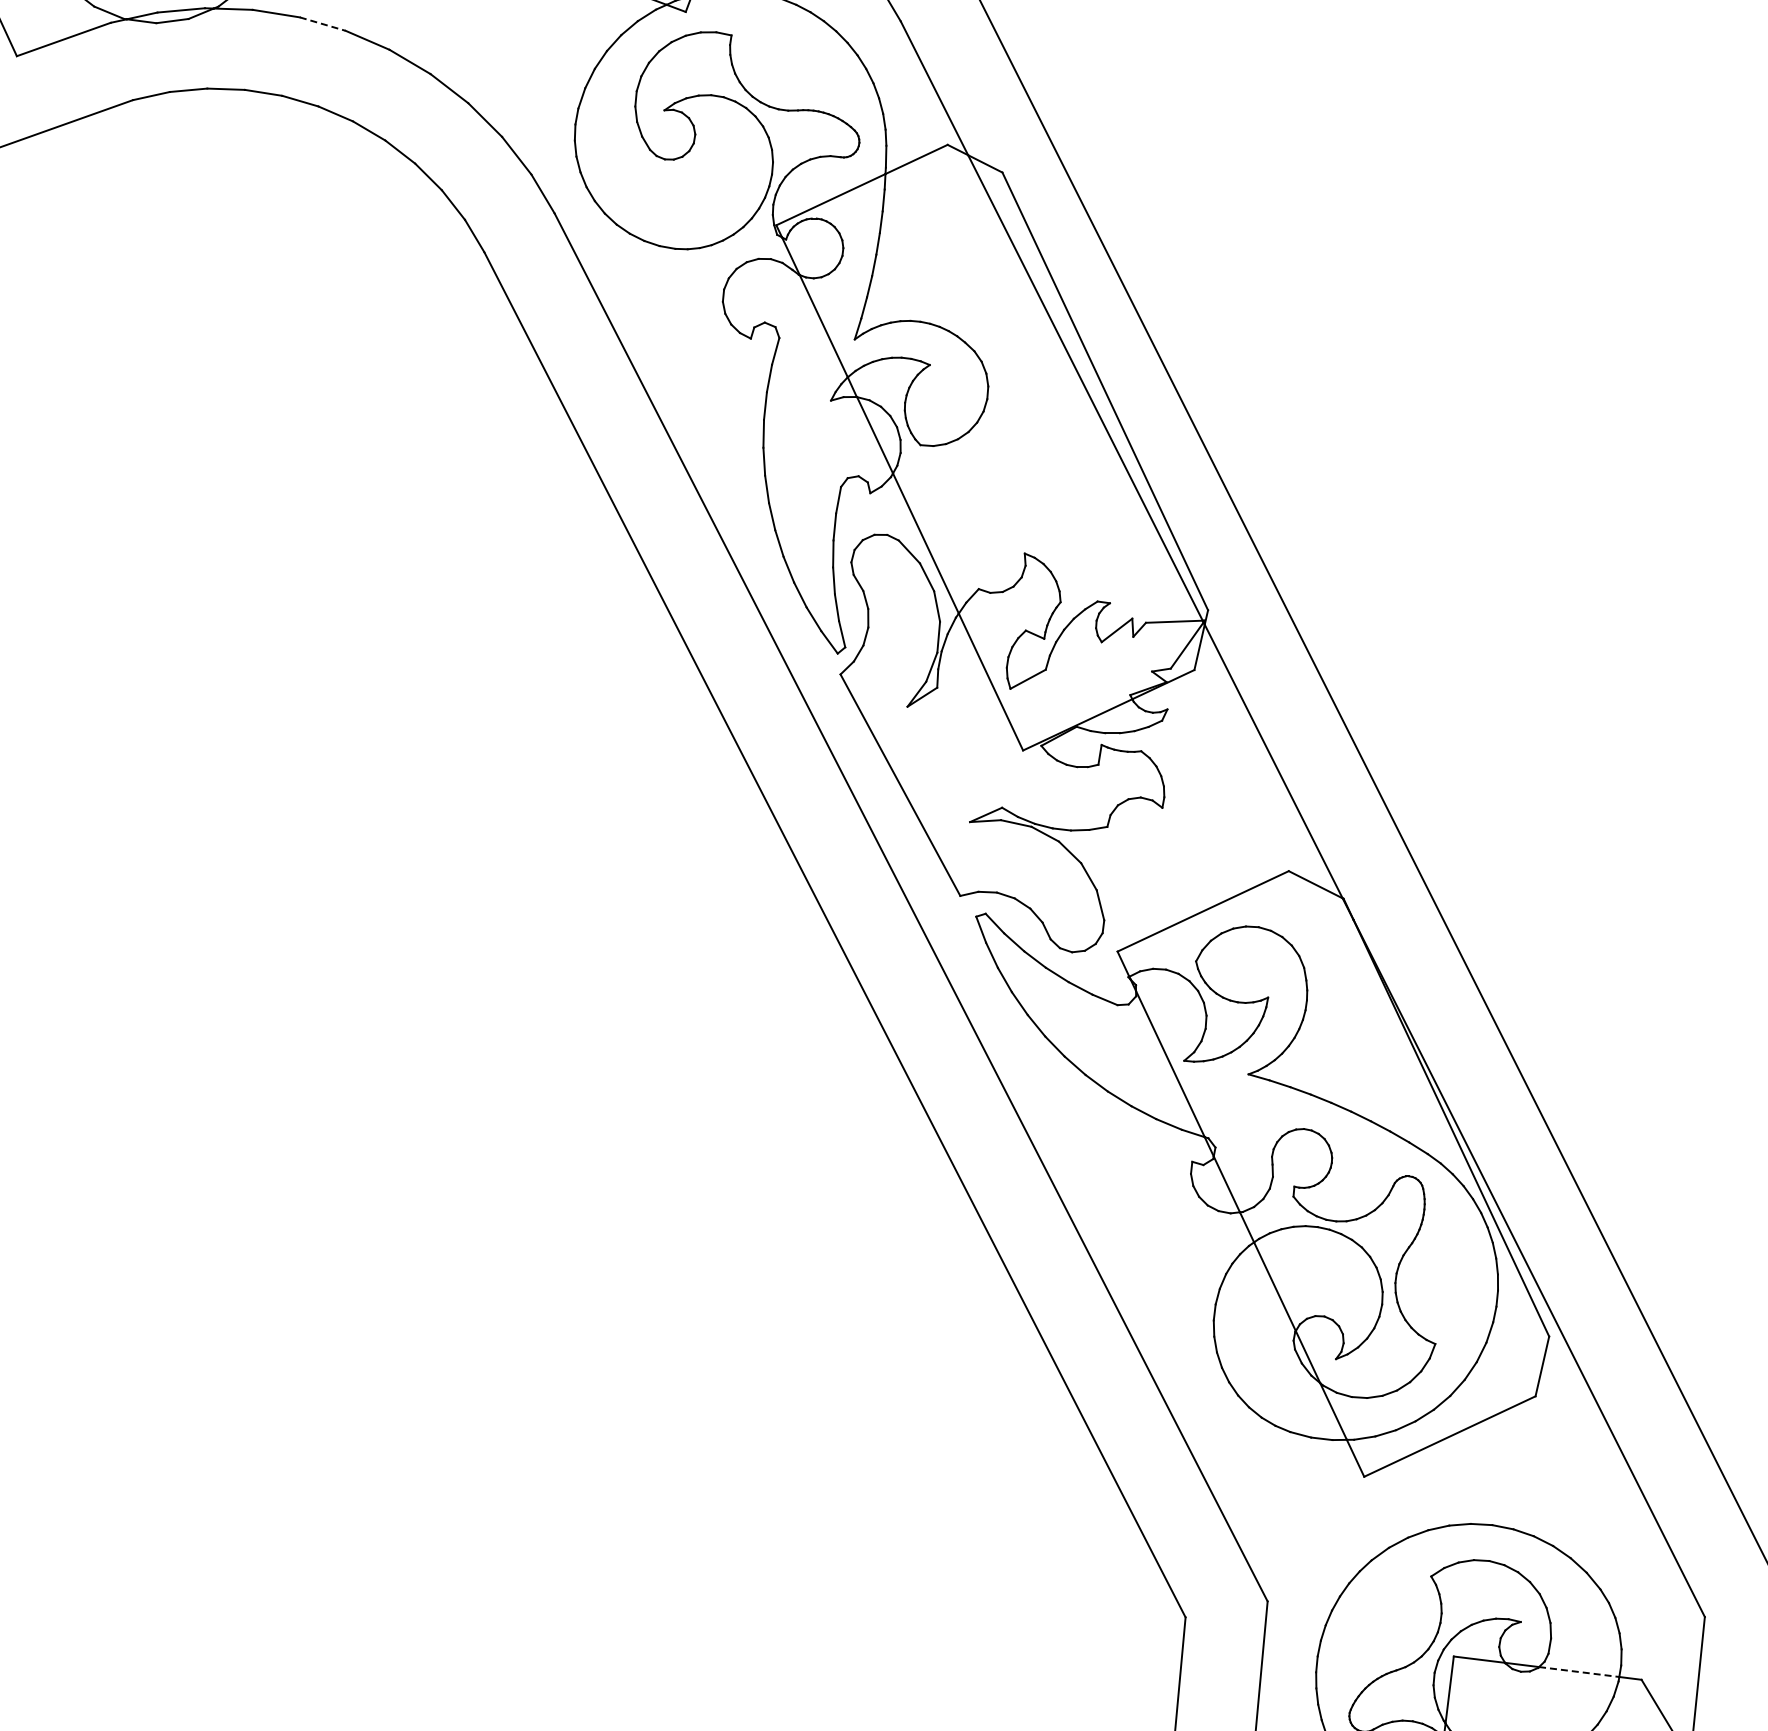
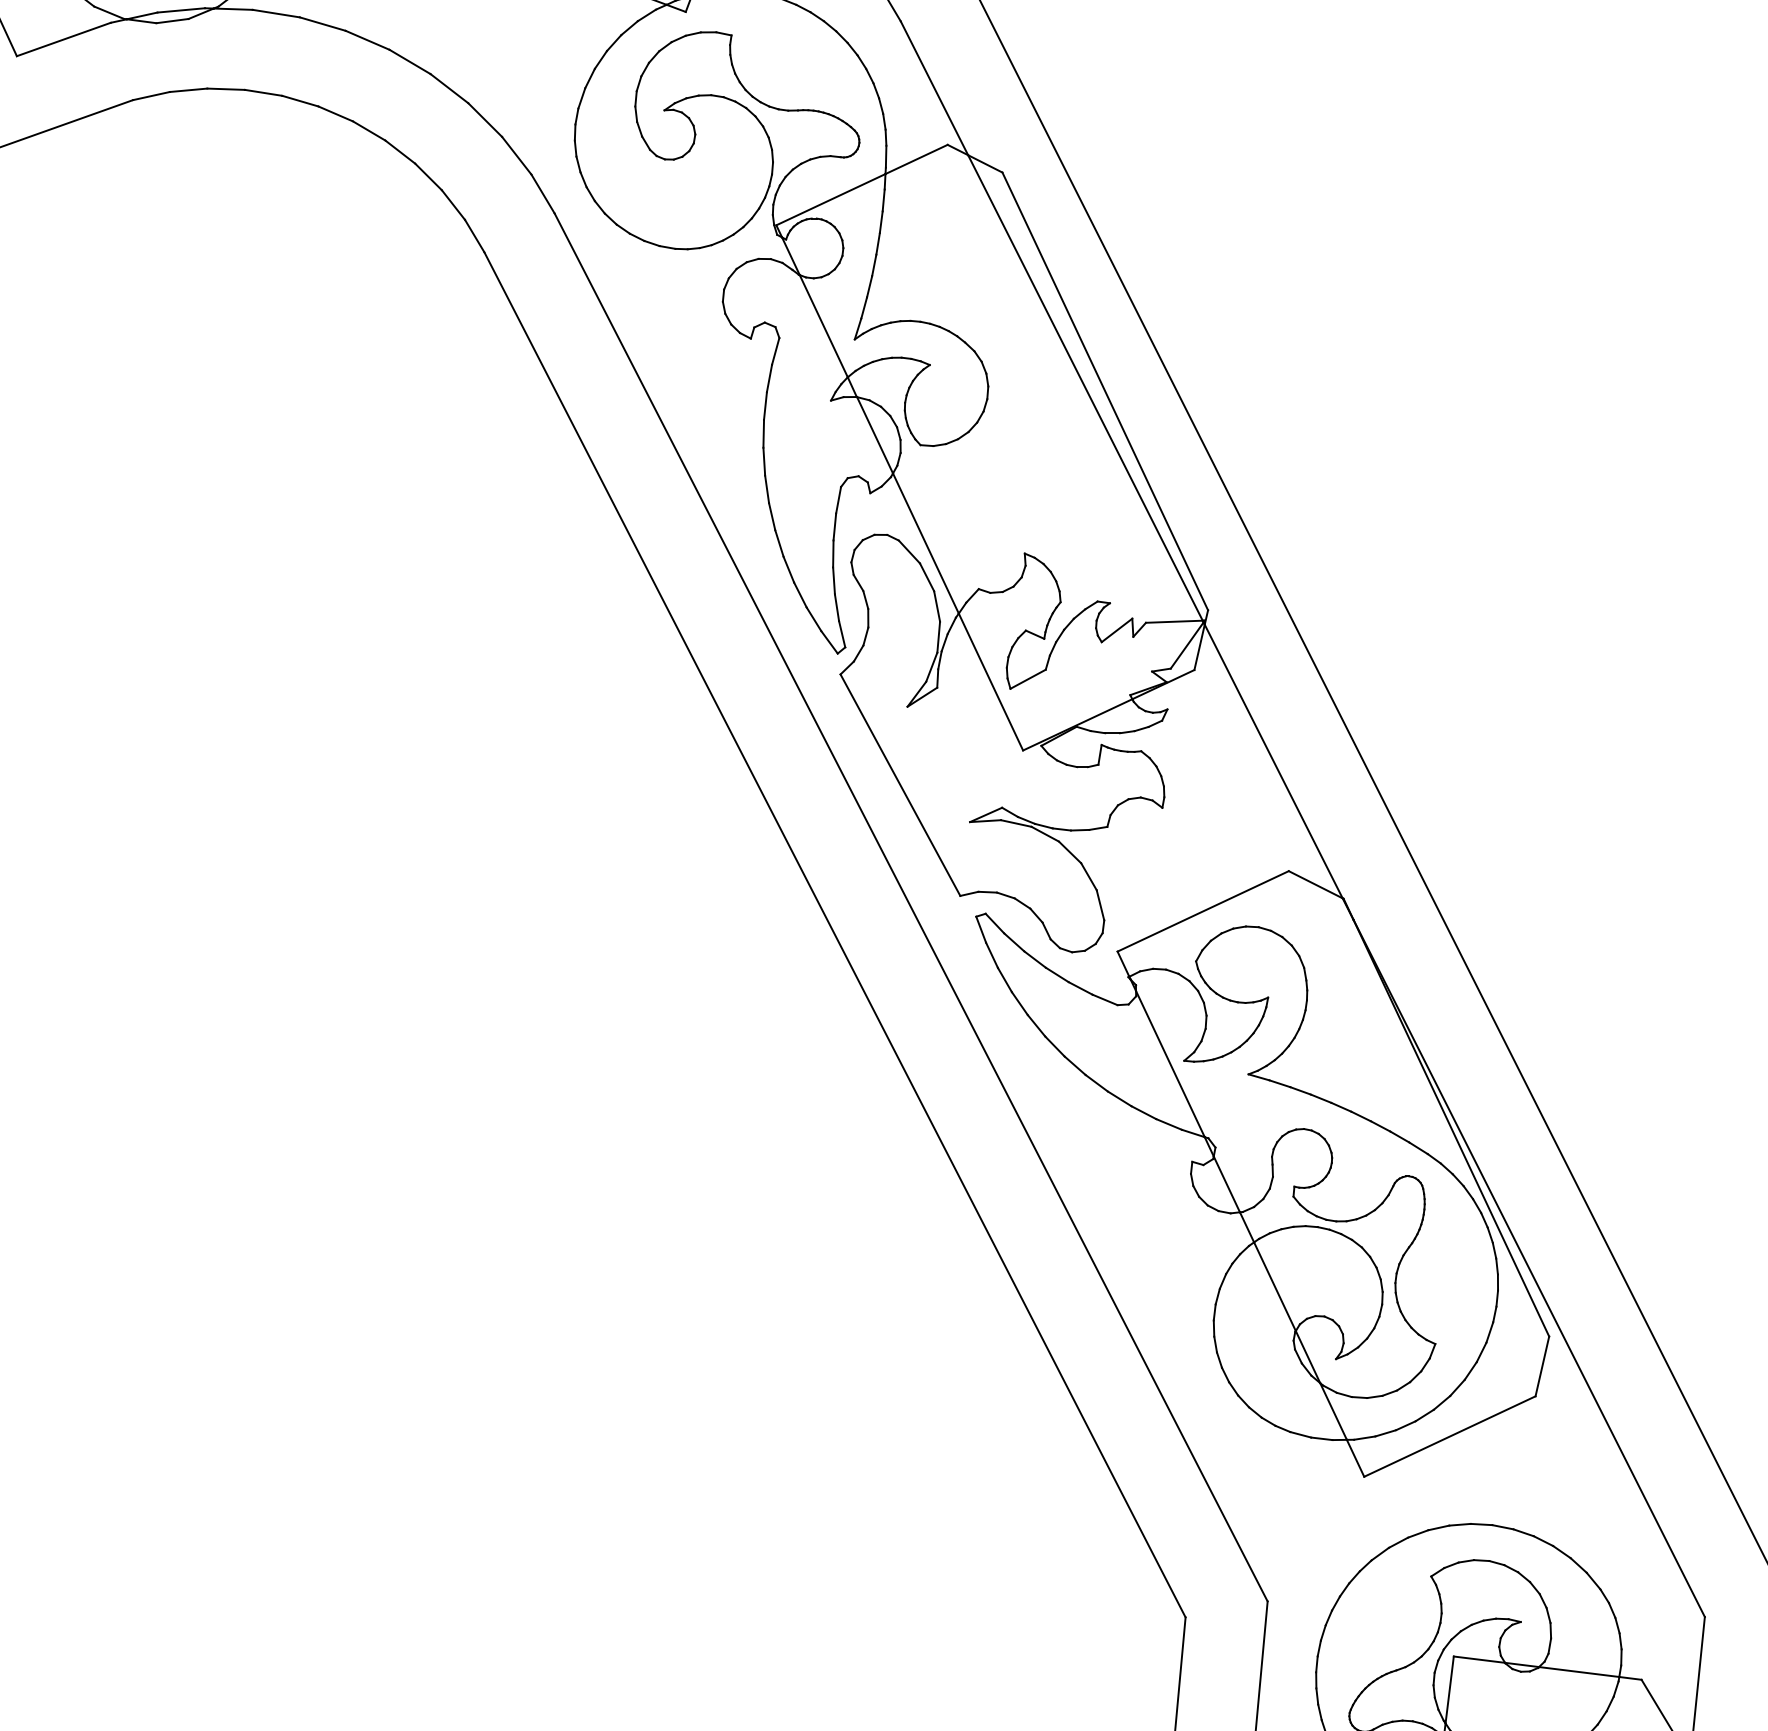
line at (322, 24): dashed -> solid
line at (1579, 1672): dashed -> solid
